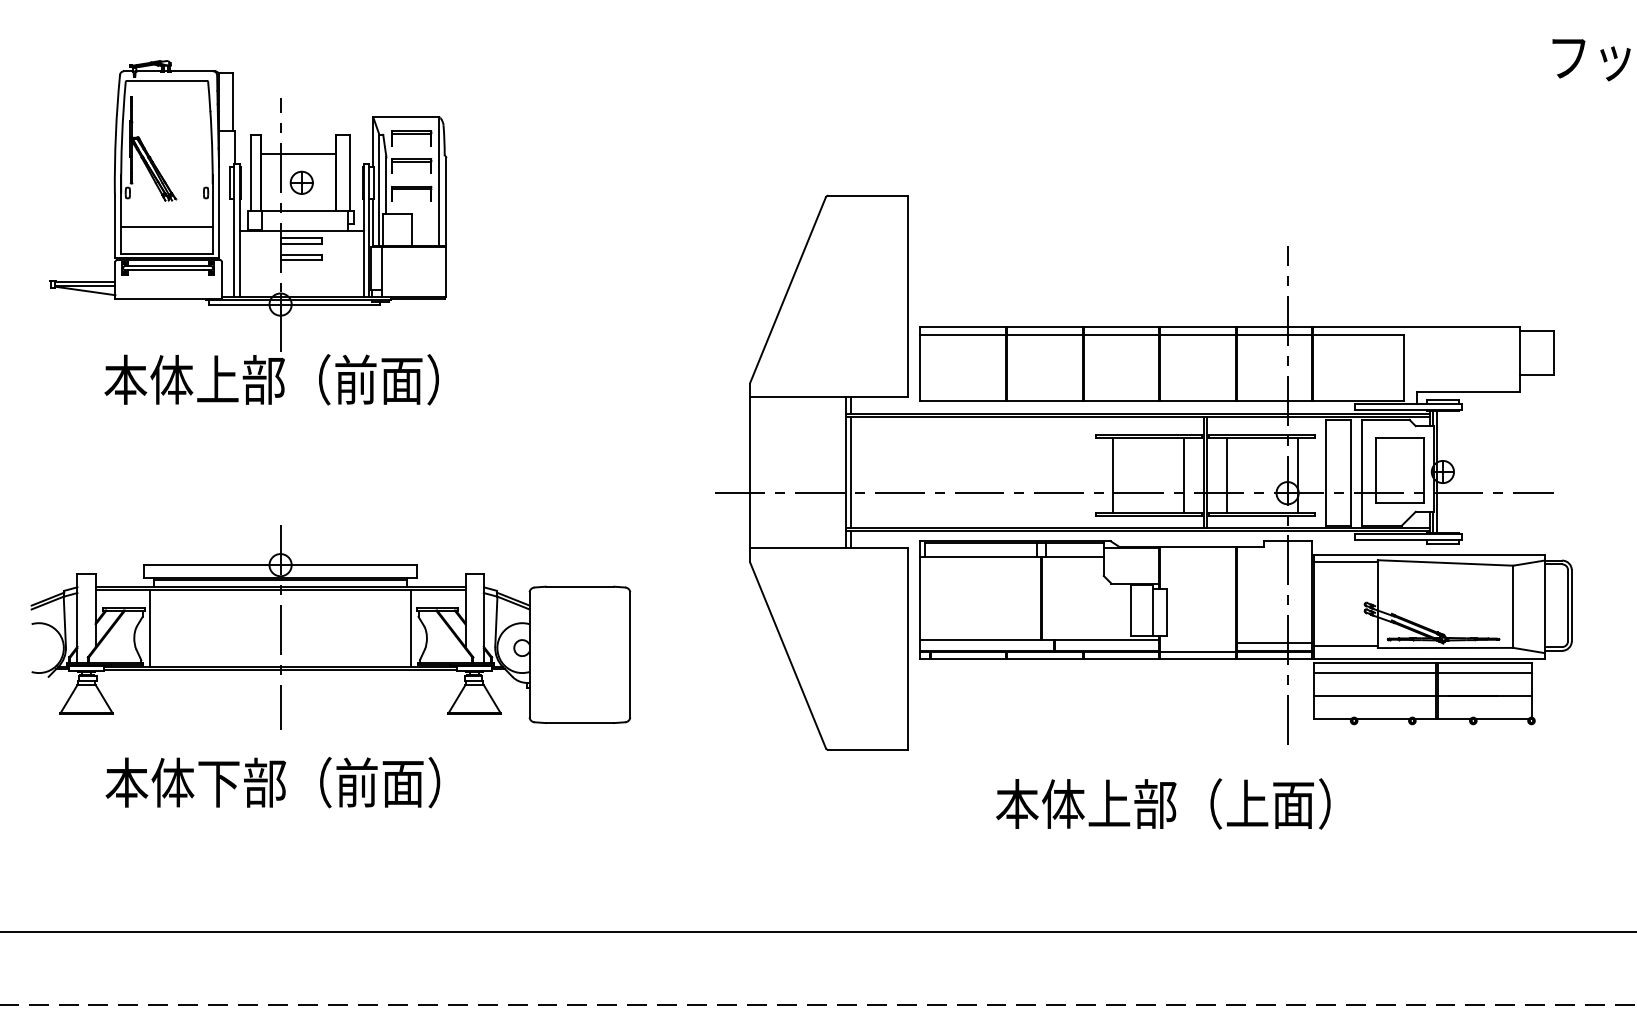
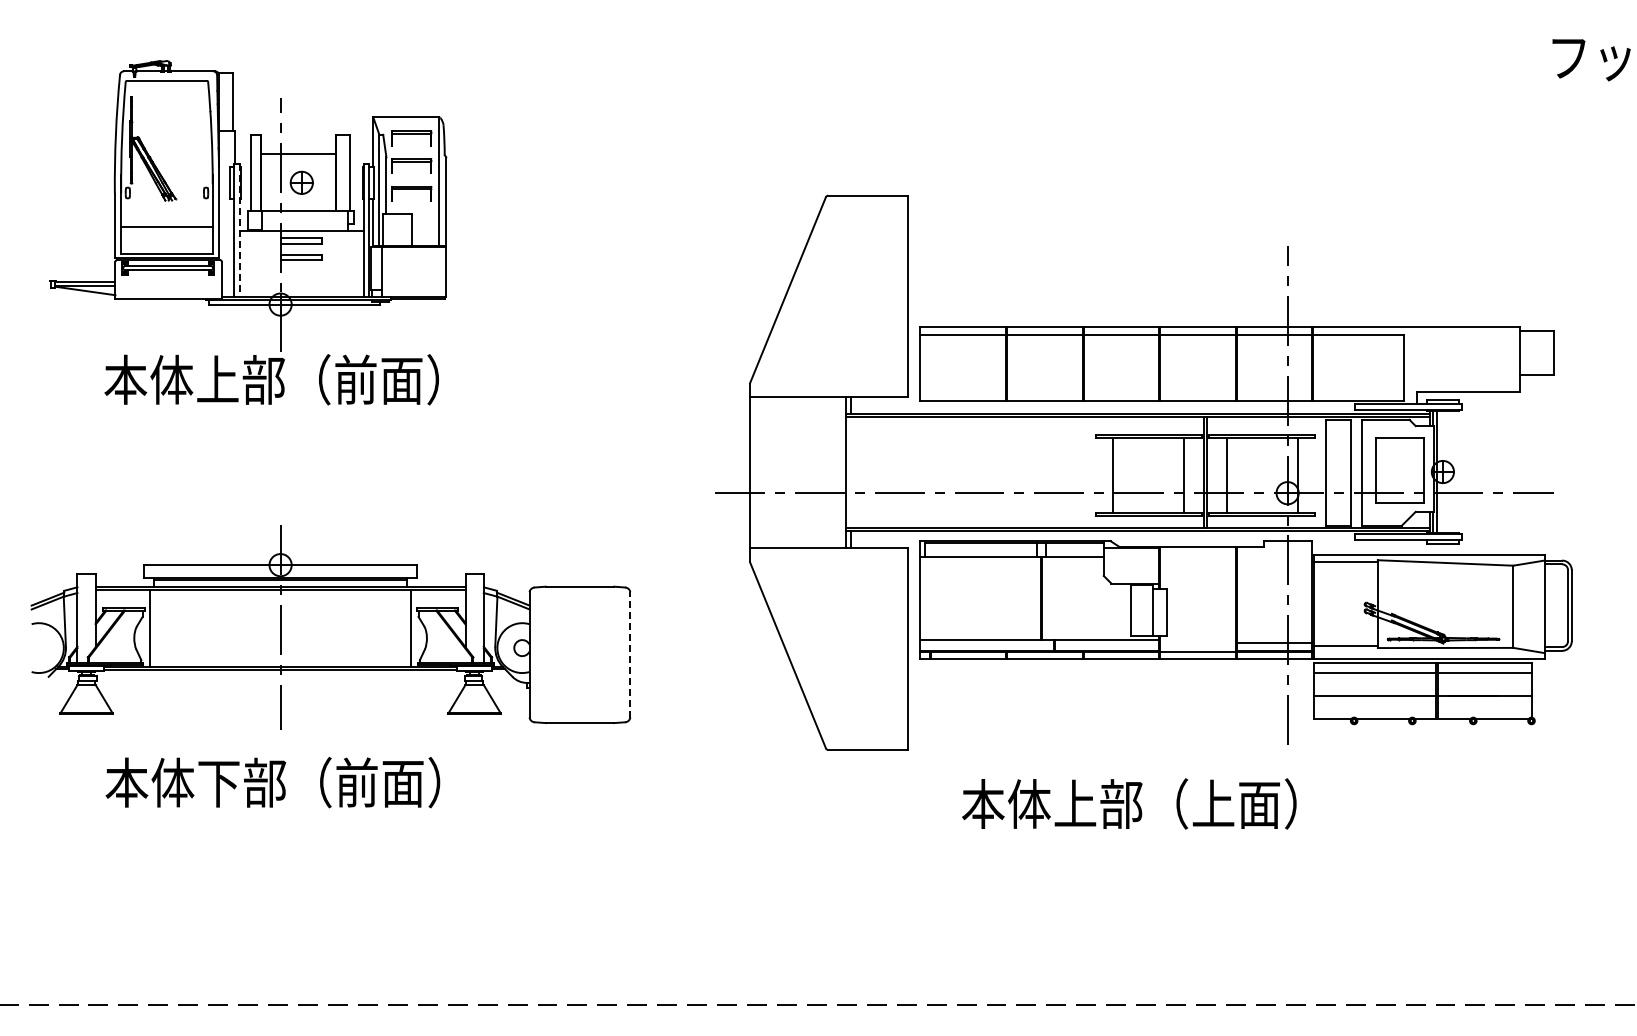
line at (239, 230): solid -> dashed
line at (850, 472): present -> none
line at (630, 654): solid -> dashed
text at (1163, 803) position: (1163, 803) -> (1129, 803)
line at (817, 931): present -> none
